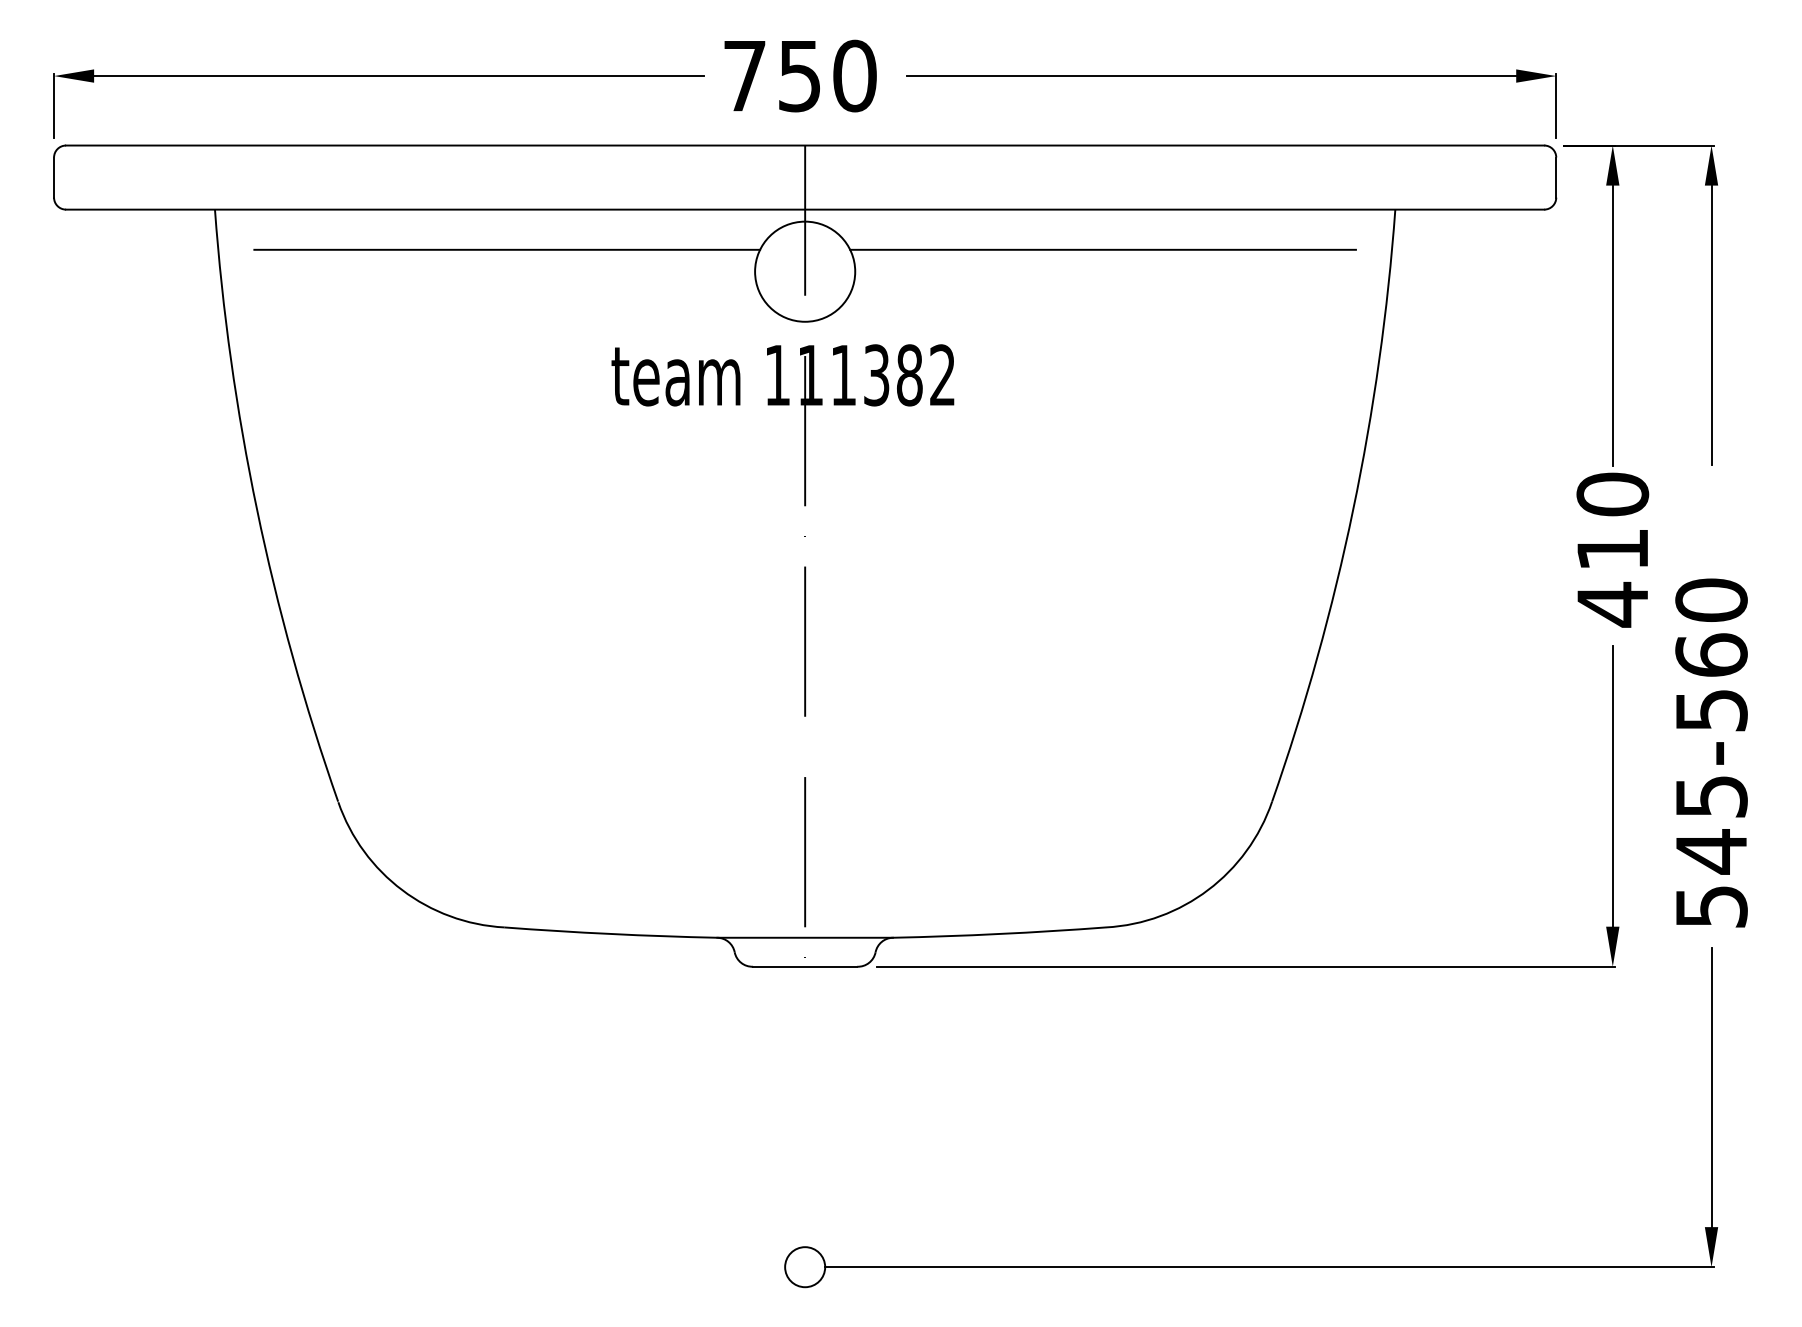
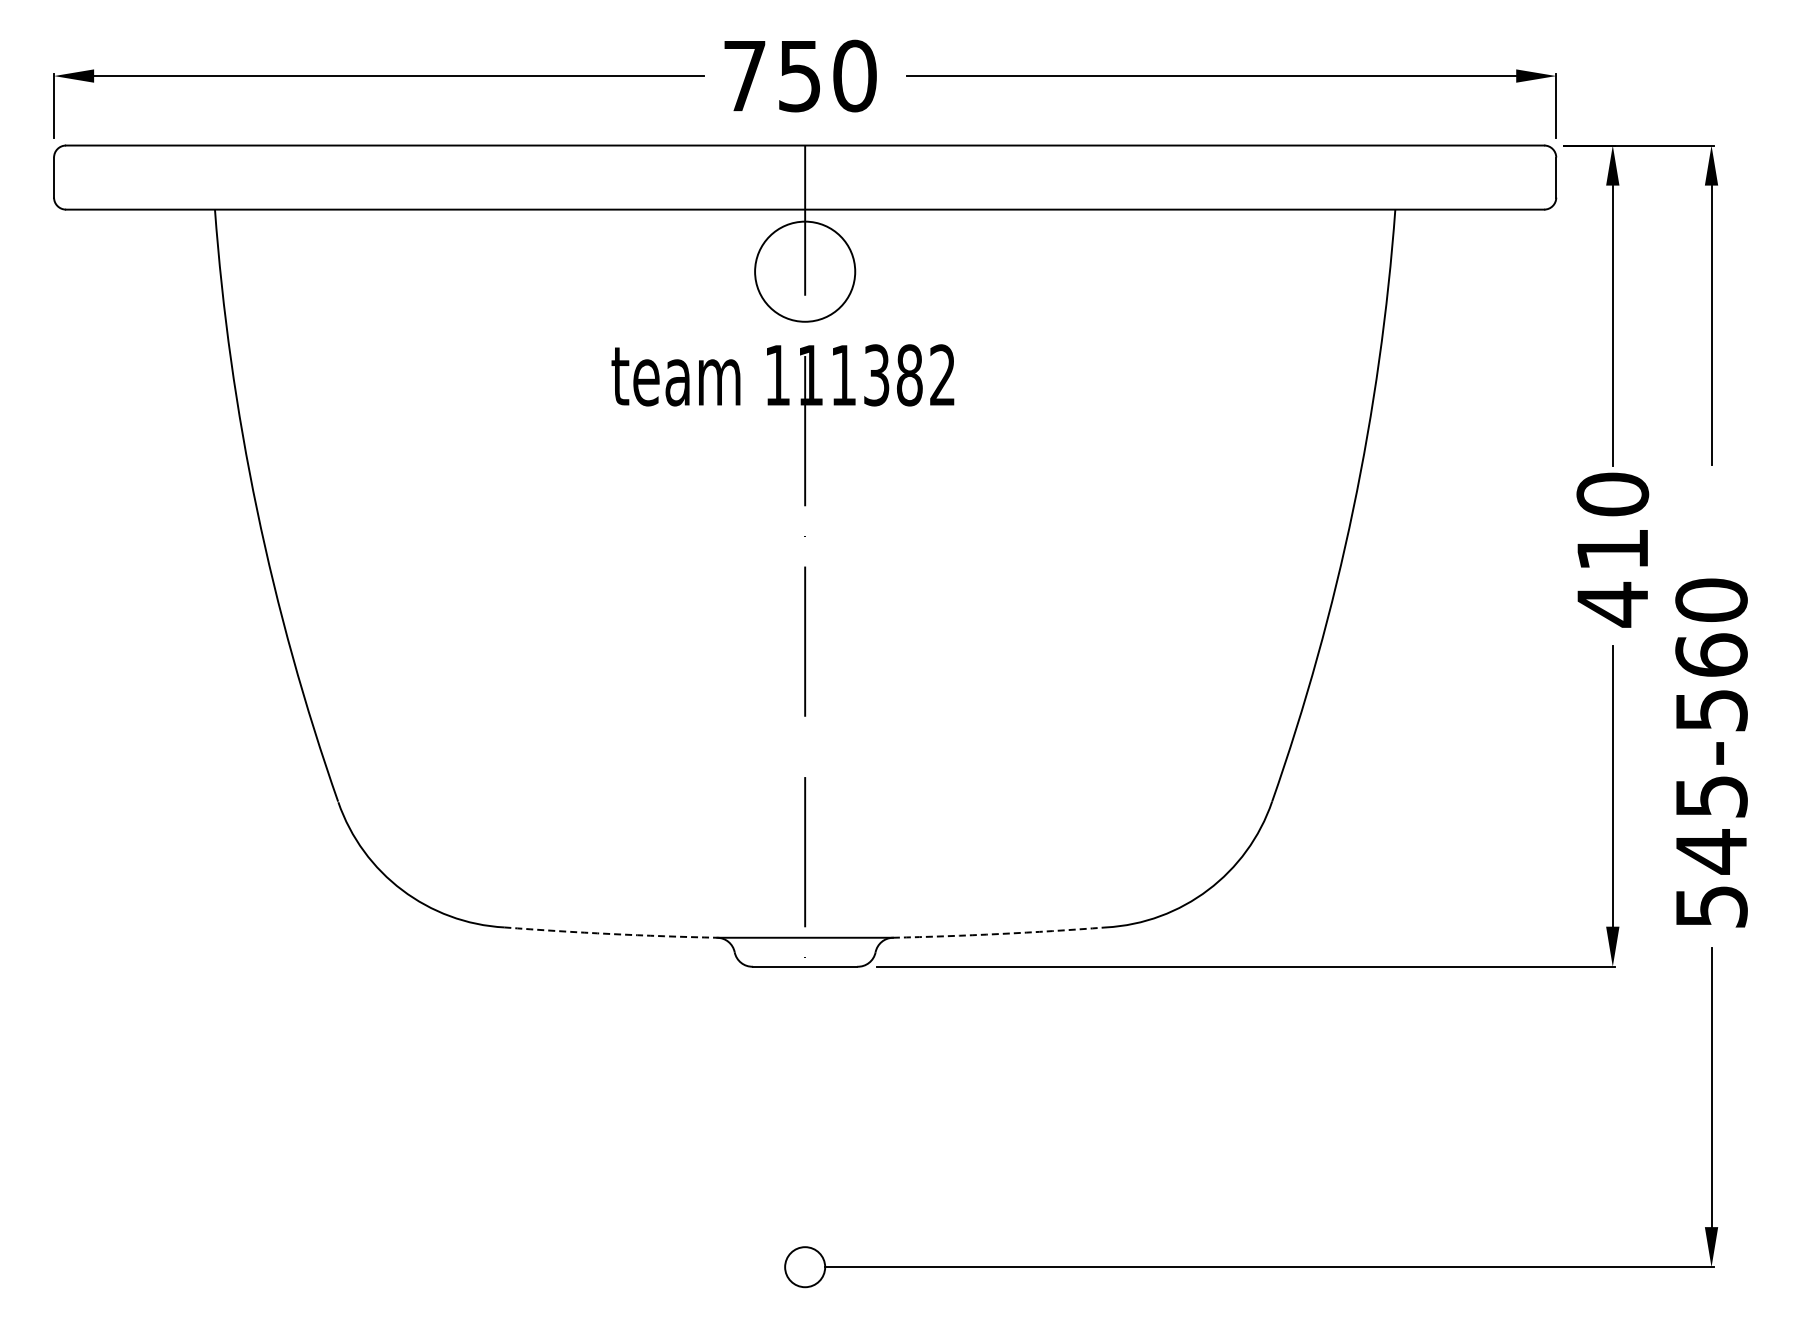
line at (507, 249): present -> none
line at (1102, 249): present -> none
arc at (610, 934): solid -> dashed
arc at (999, 934): solid -> dashed
